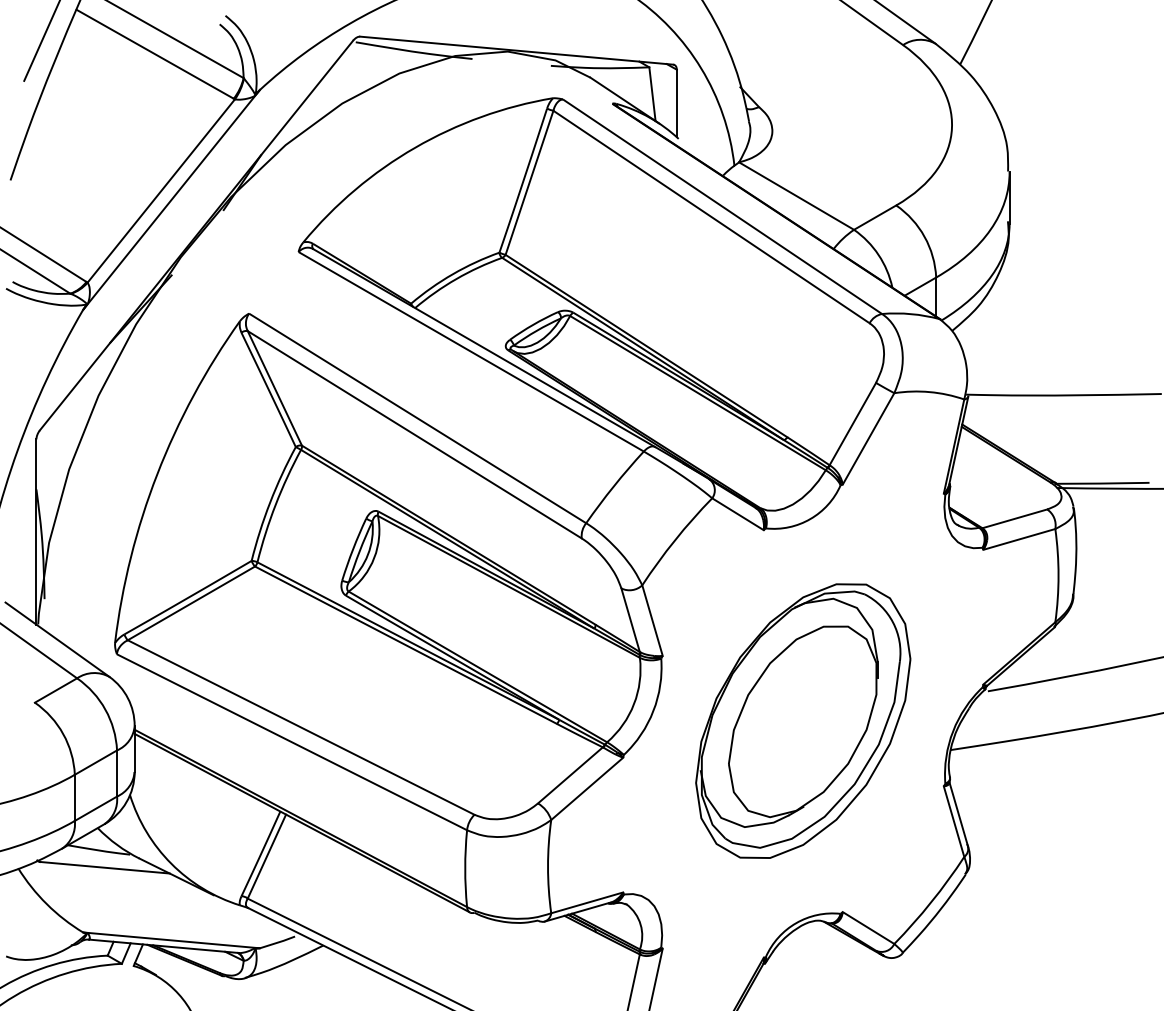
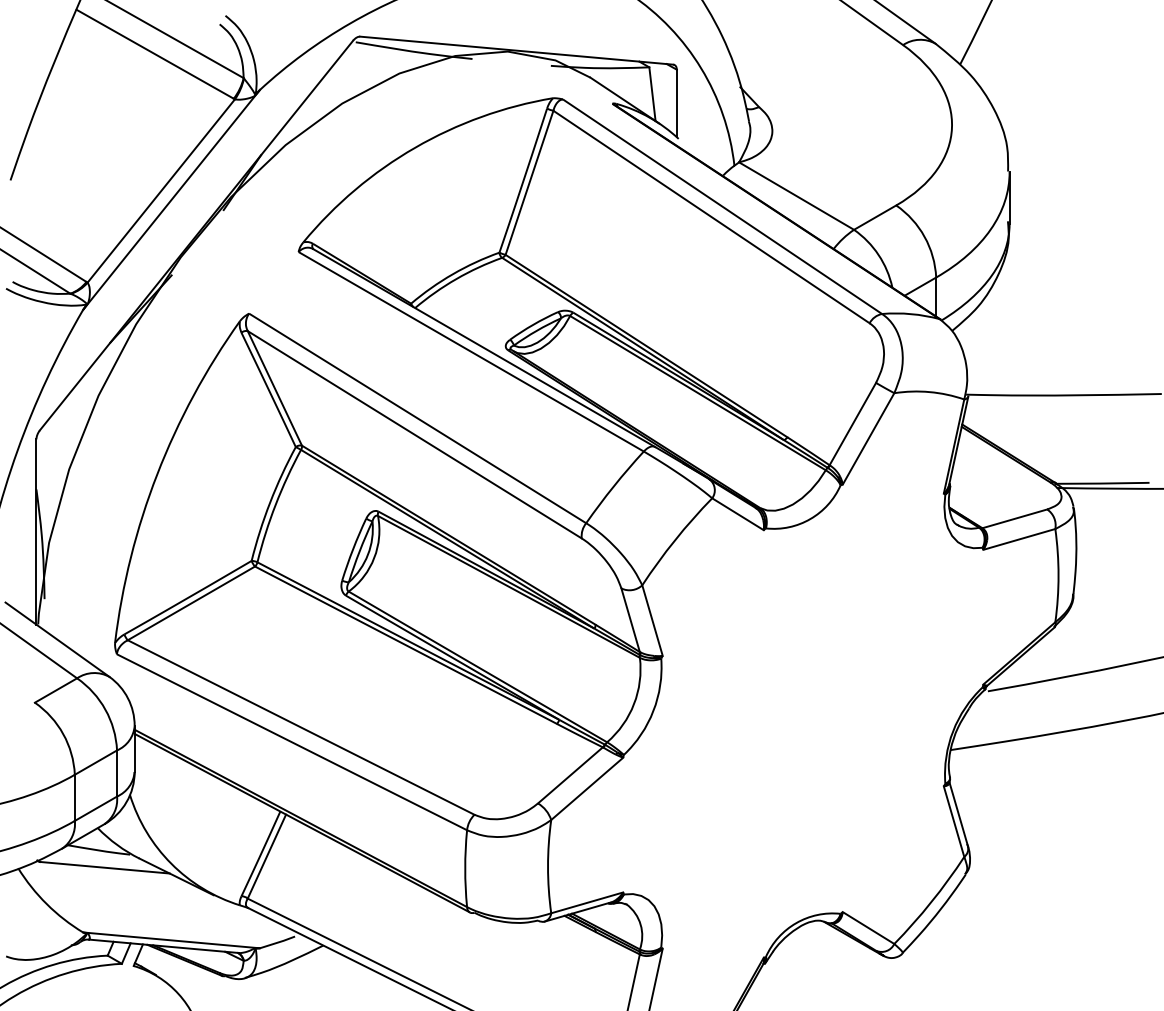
line at (41, 41): present -> none
part at (803, 720): present -> none
